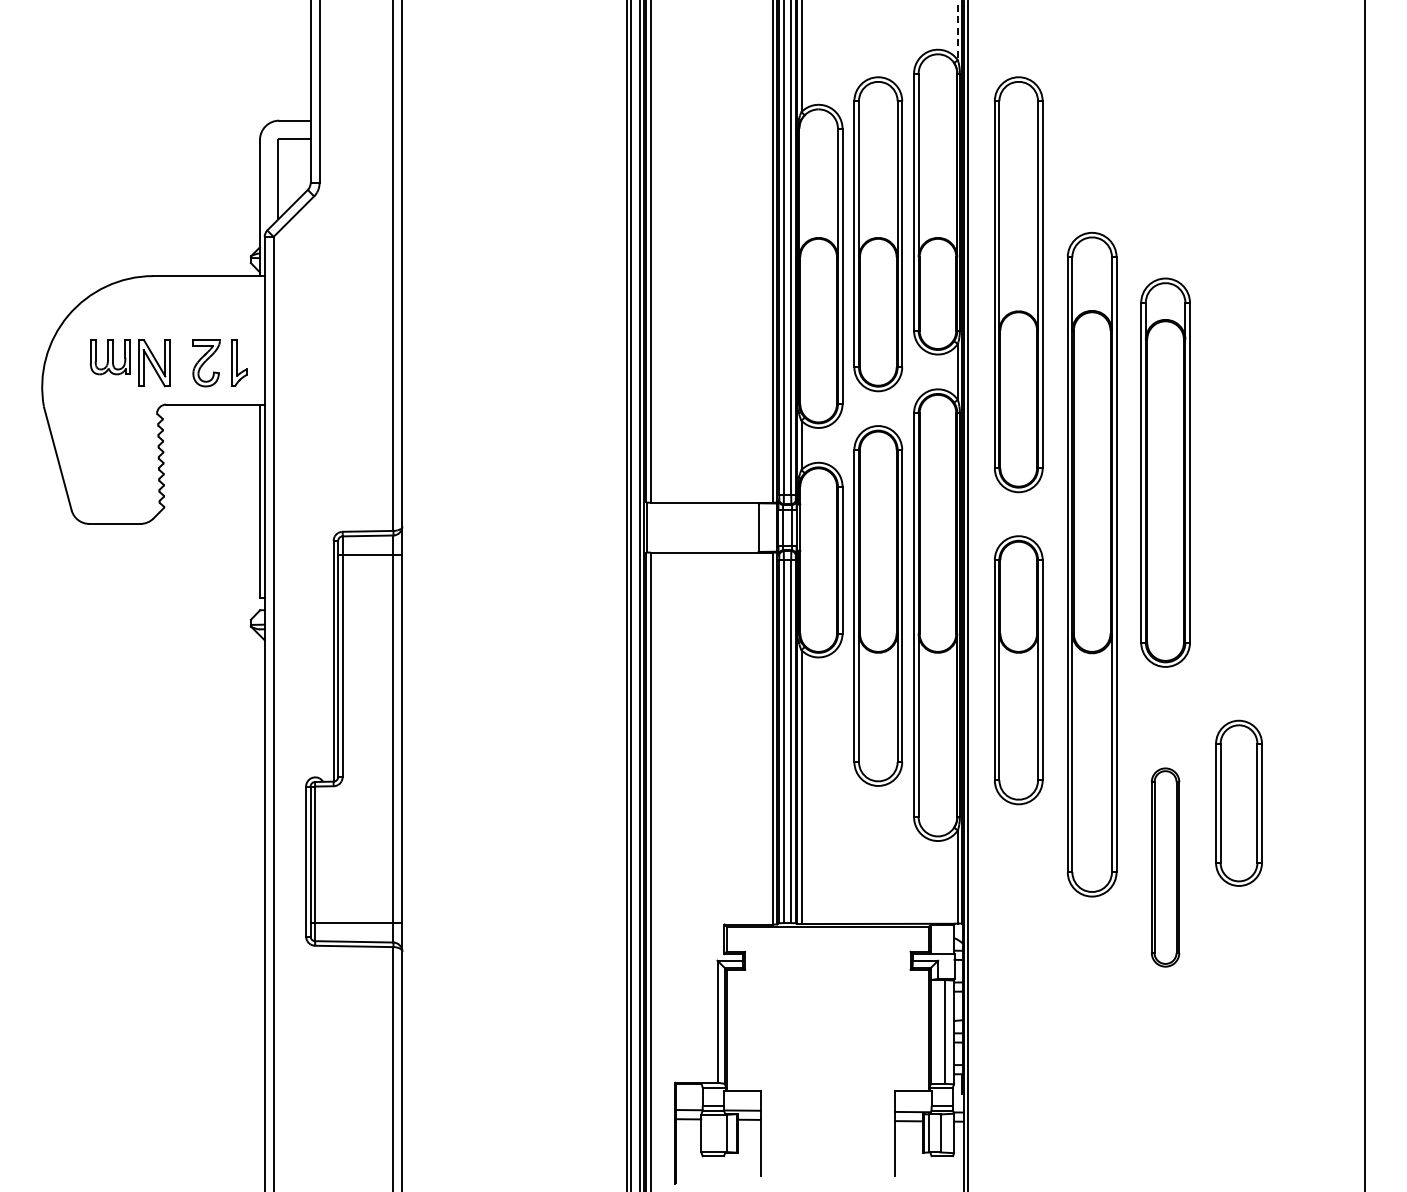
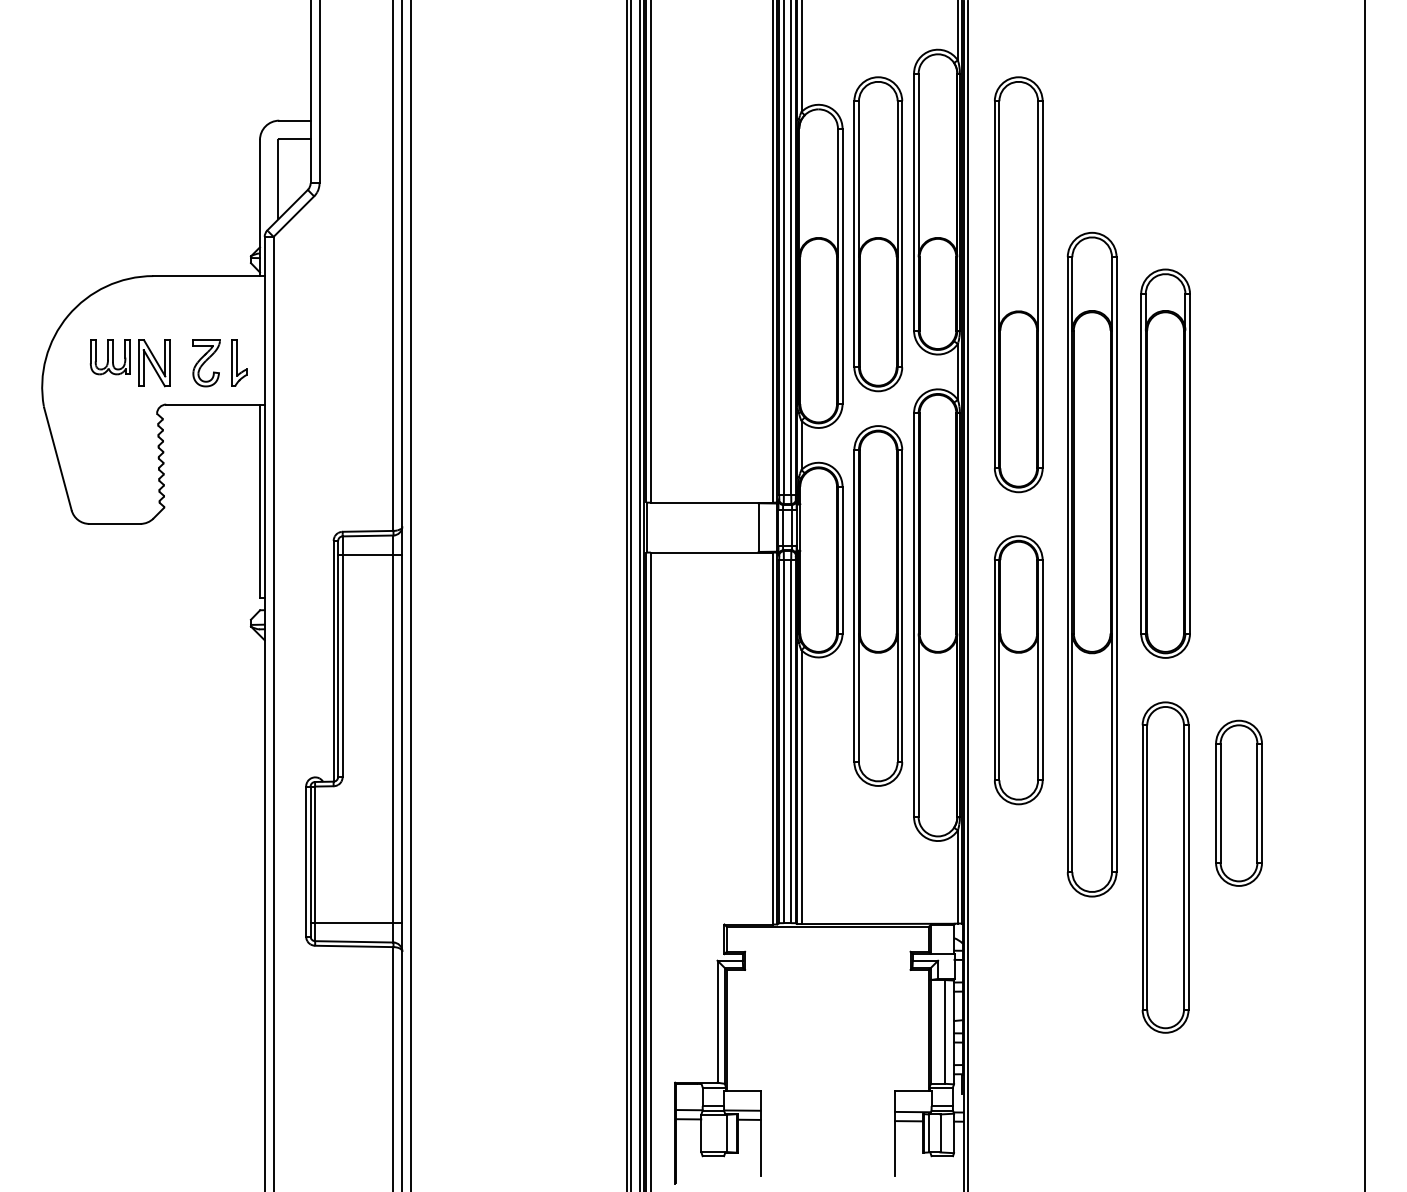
line at (957, 30): dashed -> solid
part at (1165, 472) position: (1165, 472) -> (1165, 463)
line at (411, 595): none -> present
part at (1165, 867) size: 31x201 px -> 49x333 px
